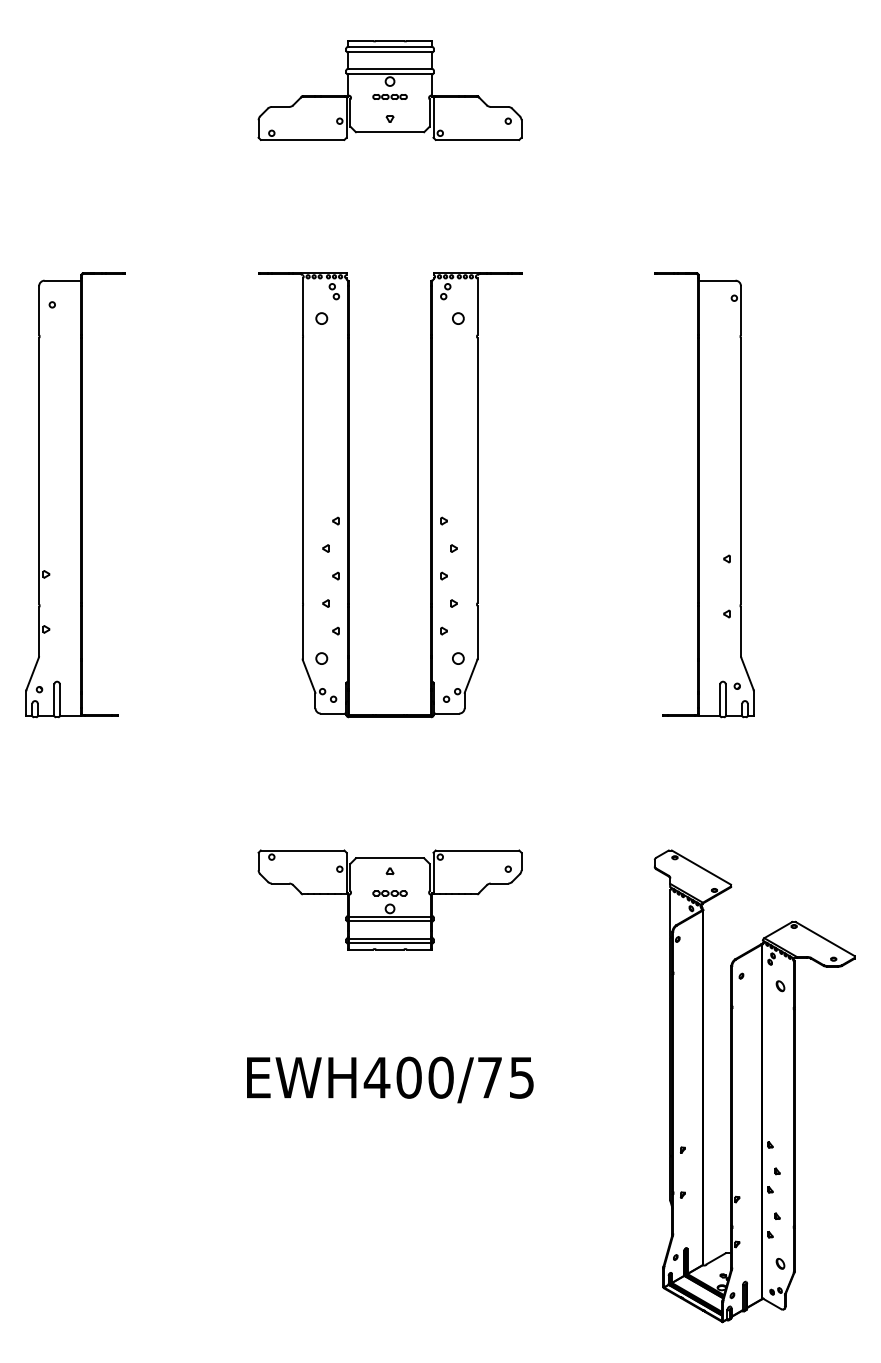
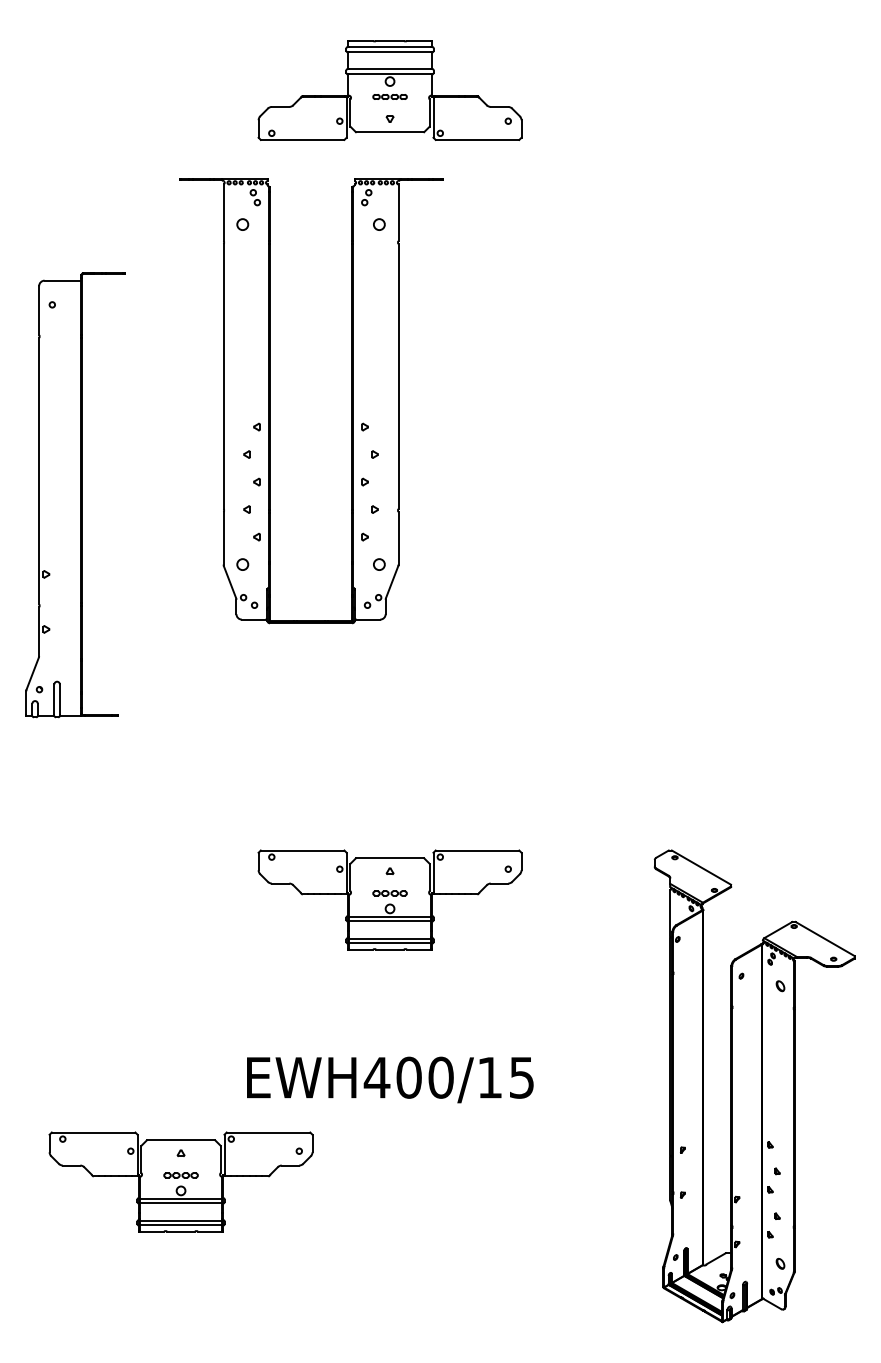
part at (430, 495) position: (430, 495) -> (351, 401)
part at (704, 495): present -> none
text at (489, 1077): EWH400/75 -> EWH400/15
part at (180, 1181): none -> present
